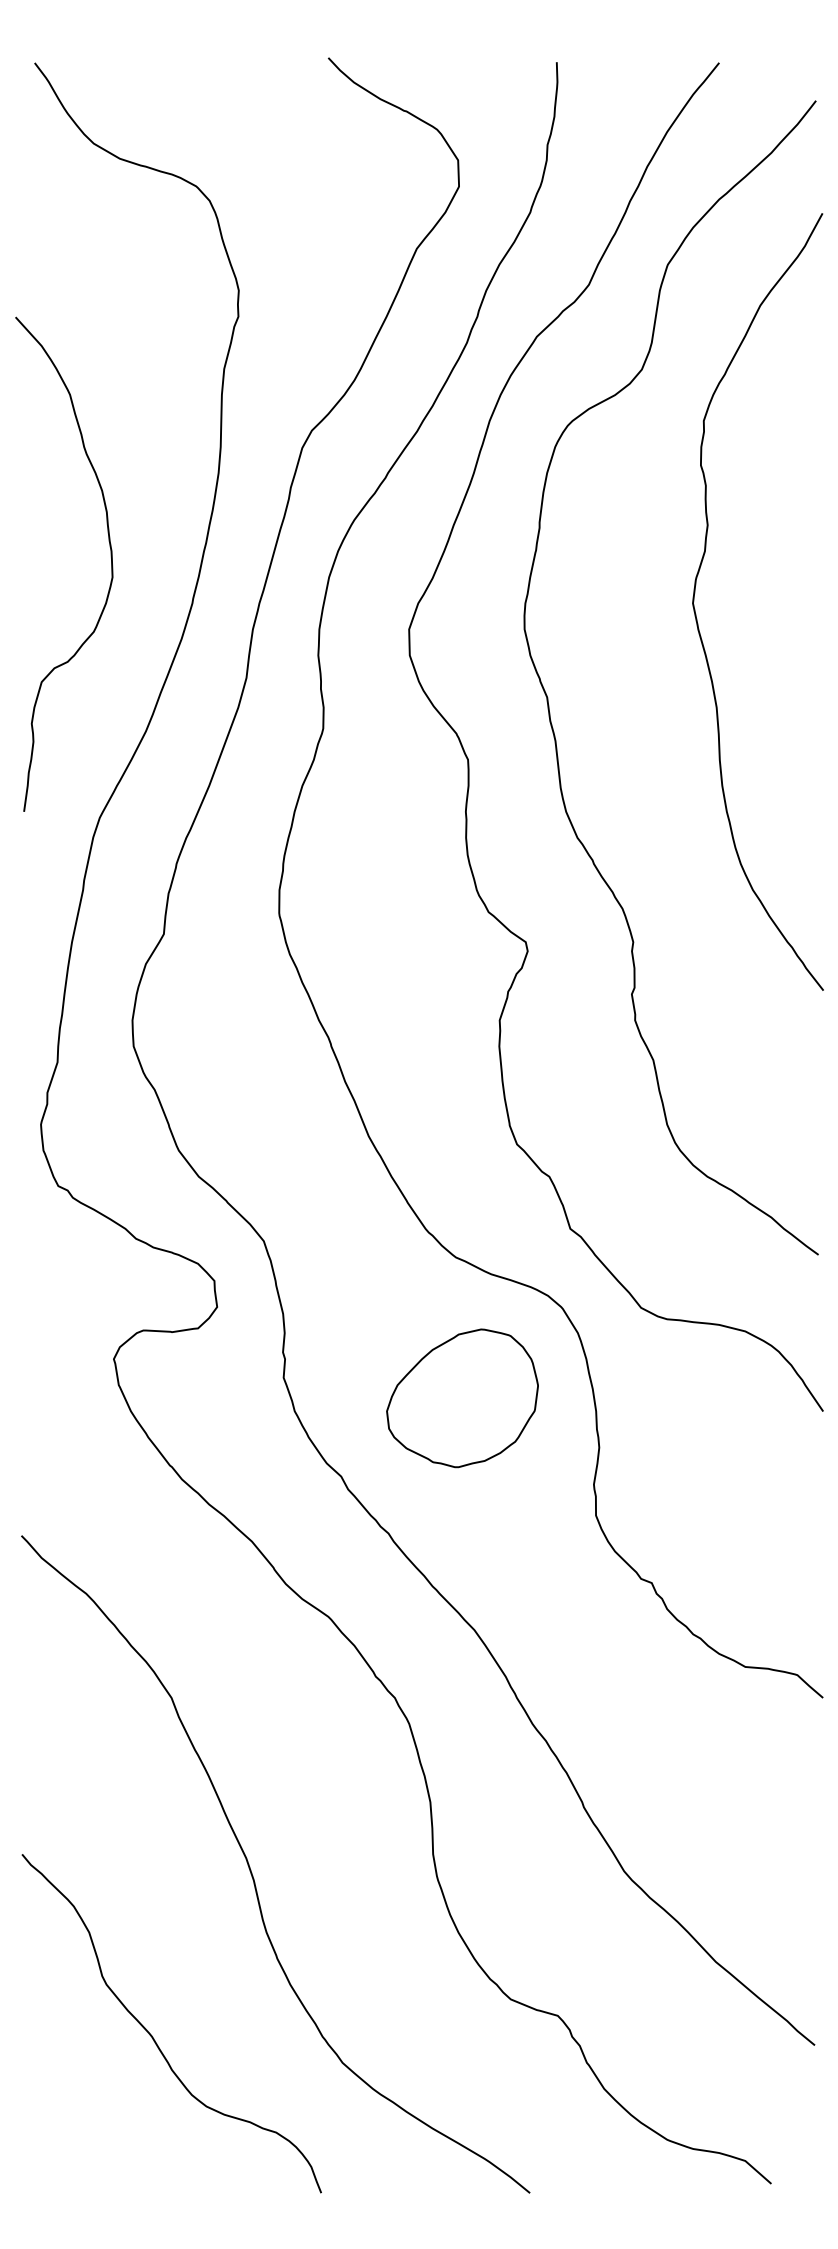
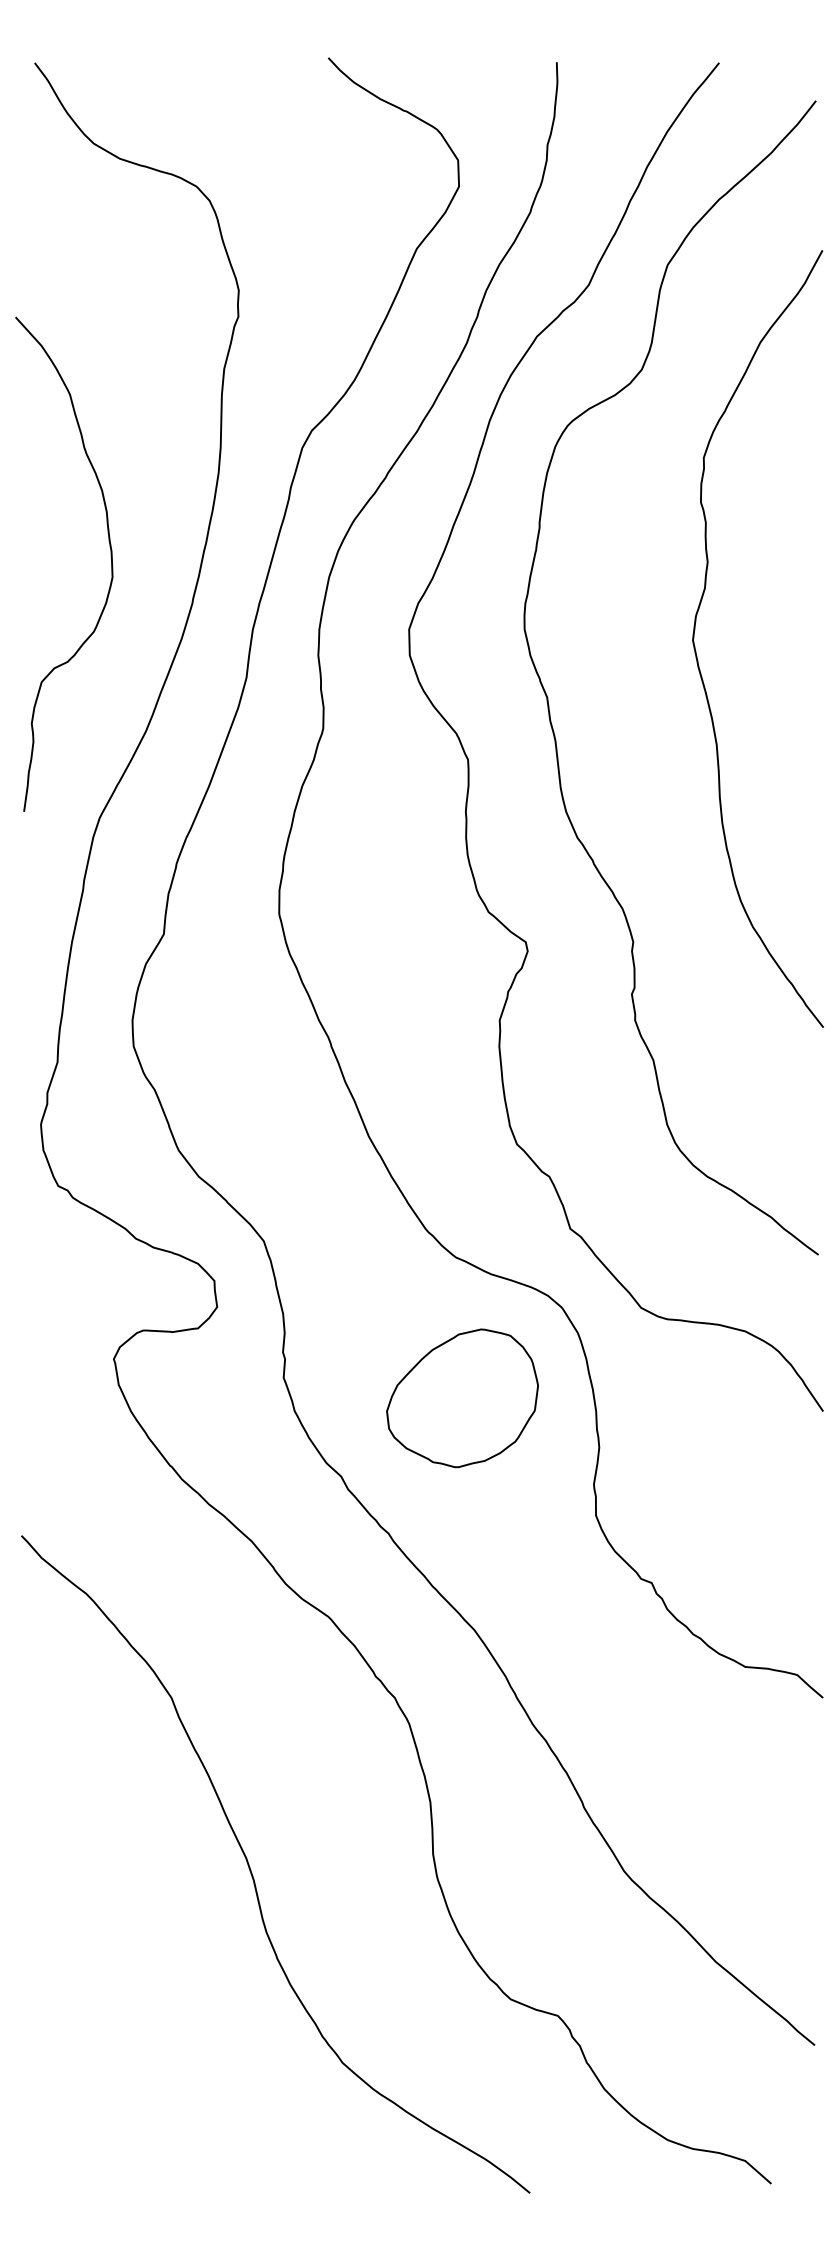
curve at (697, 618) position: (697, 618) -> (697, 655)
curve at (152, 2035): present -> none
